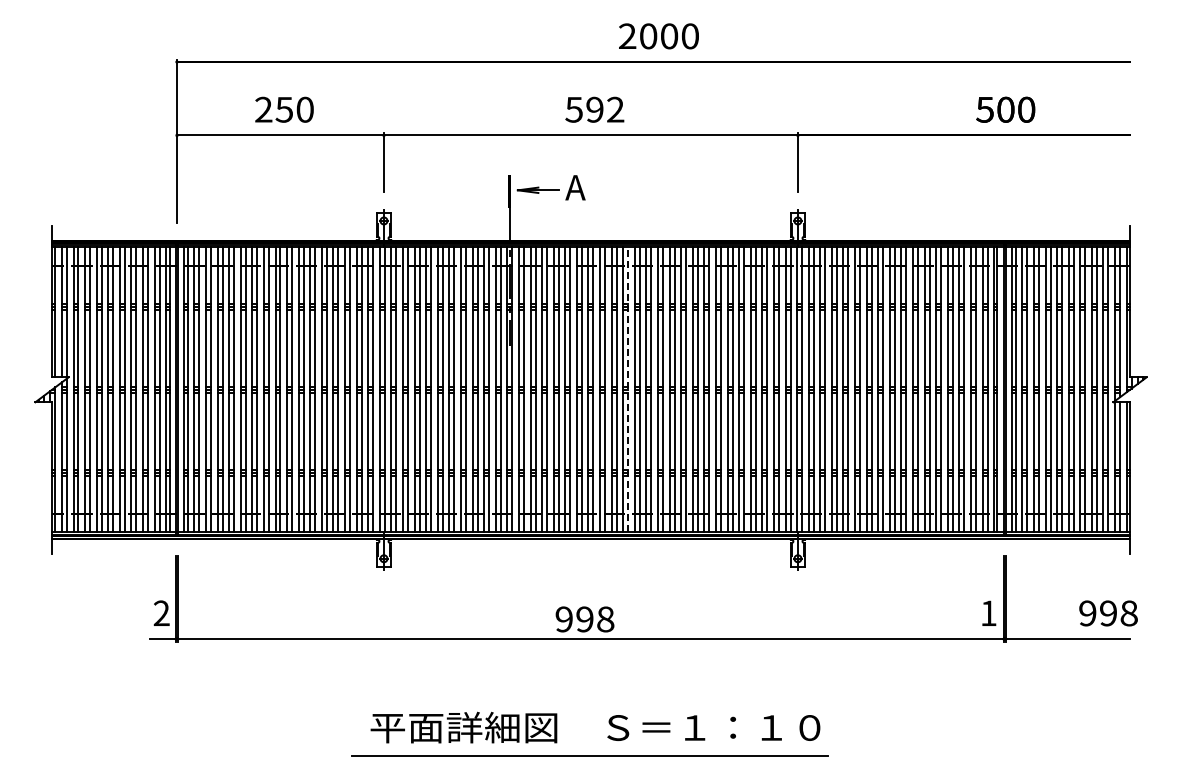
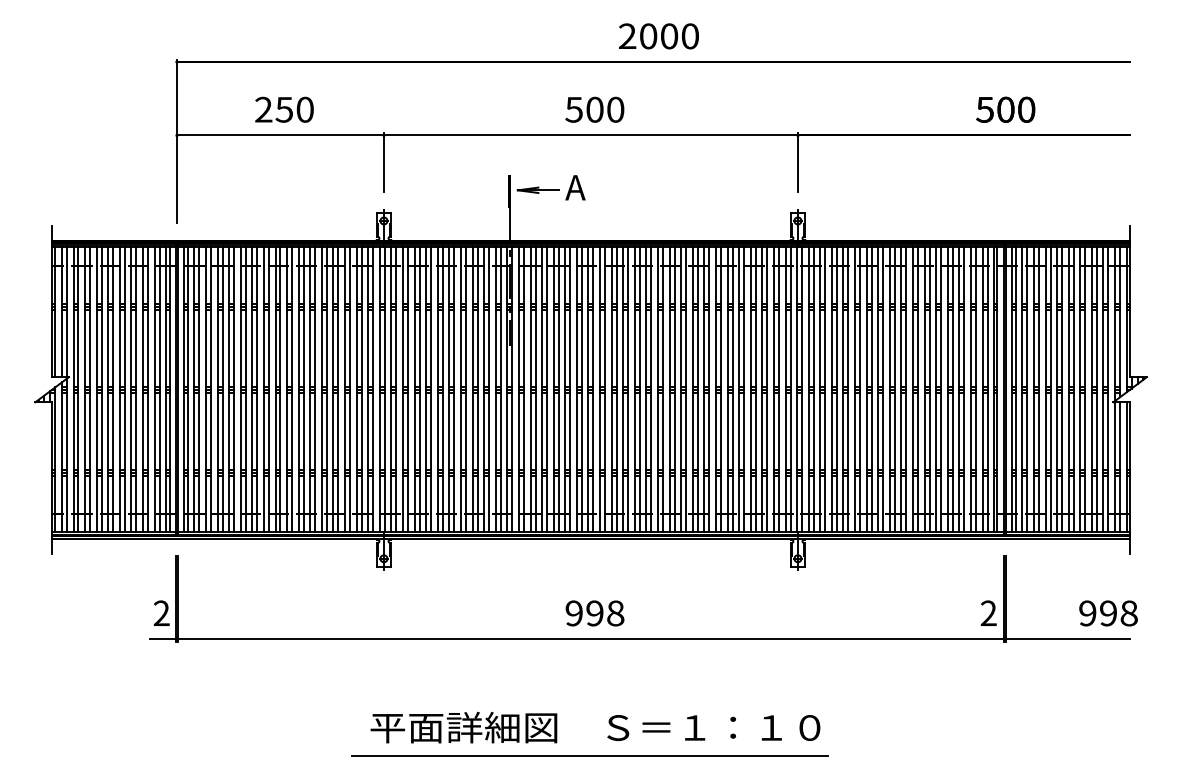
text at (605, 109): 592 -> 500
line at (628, 389): dashed -> solid
text at (988, 612): 1 -> 2
text at (584, 619) position: (584, 619) -> (594, 613)
